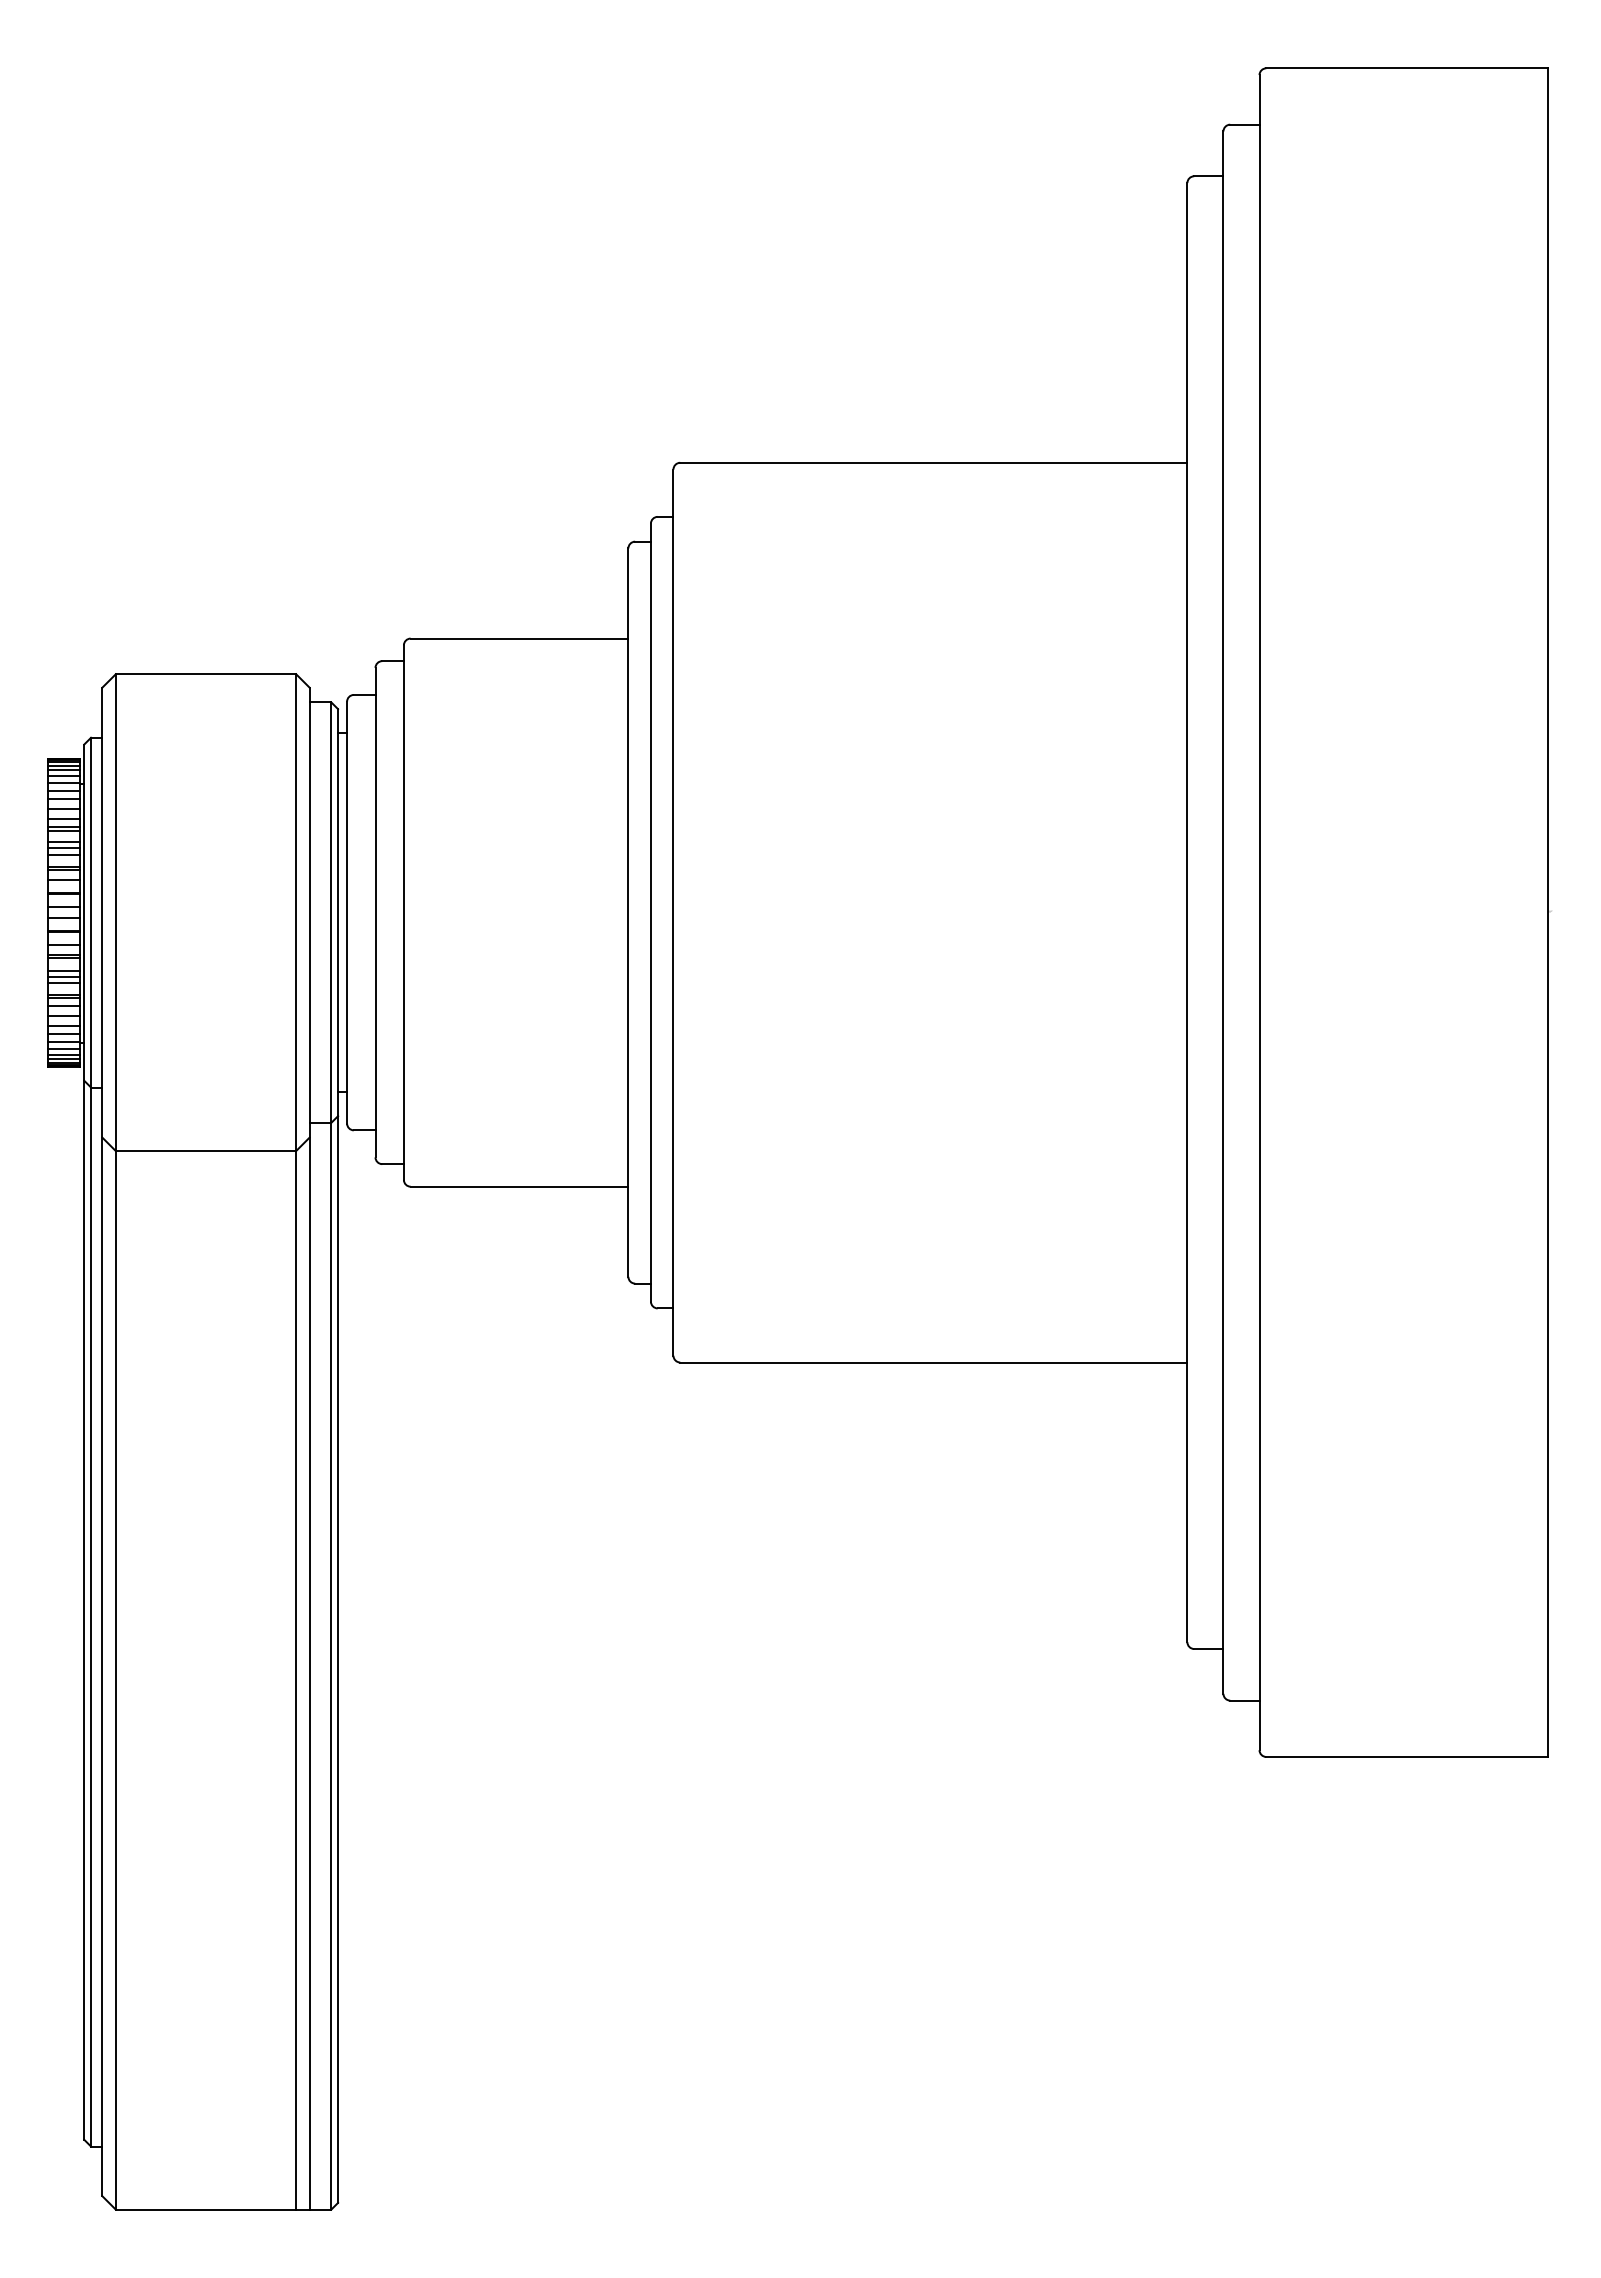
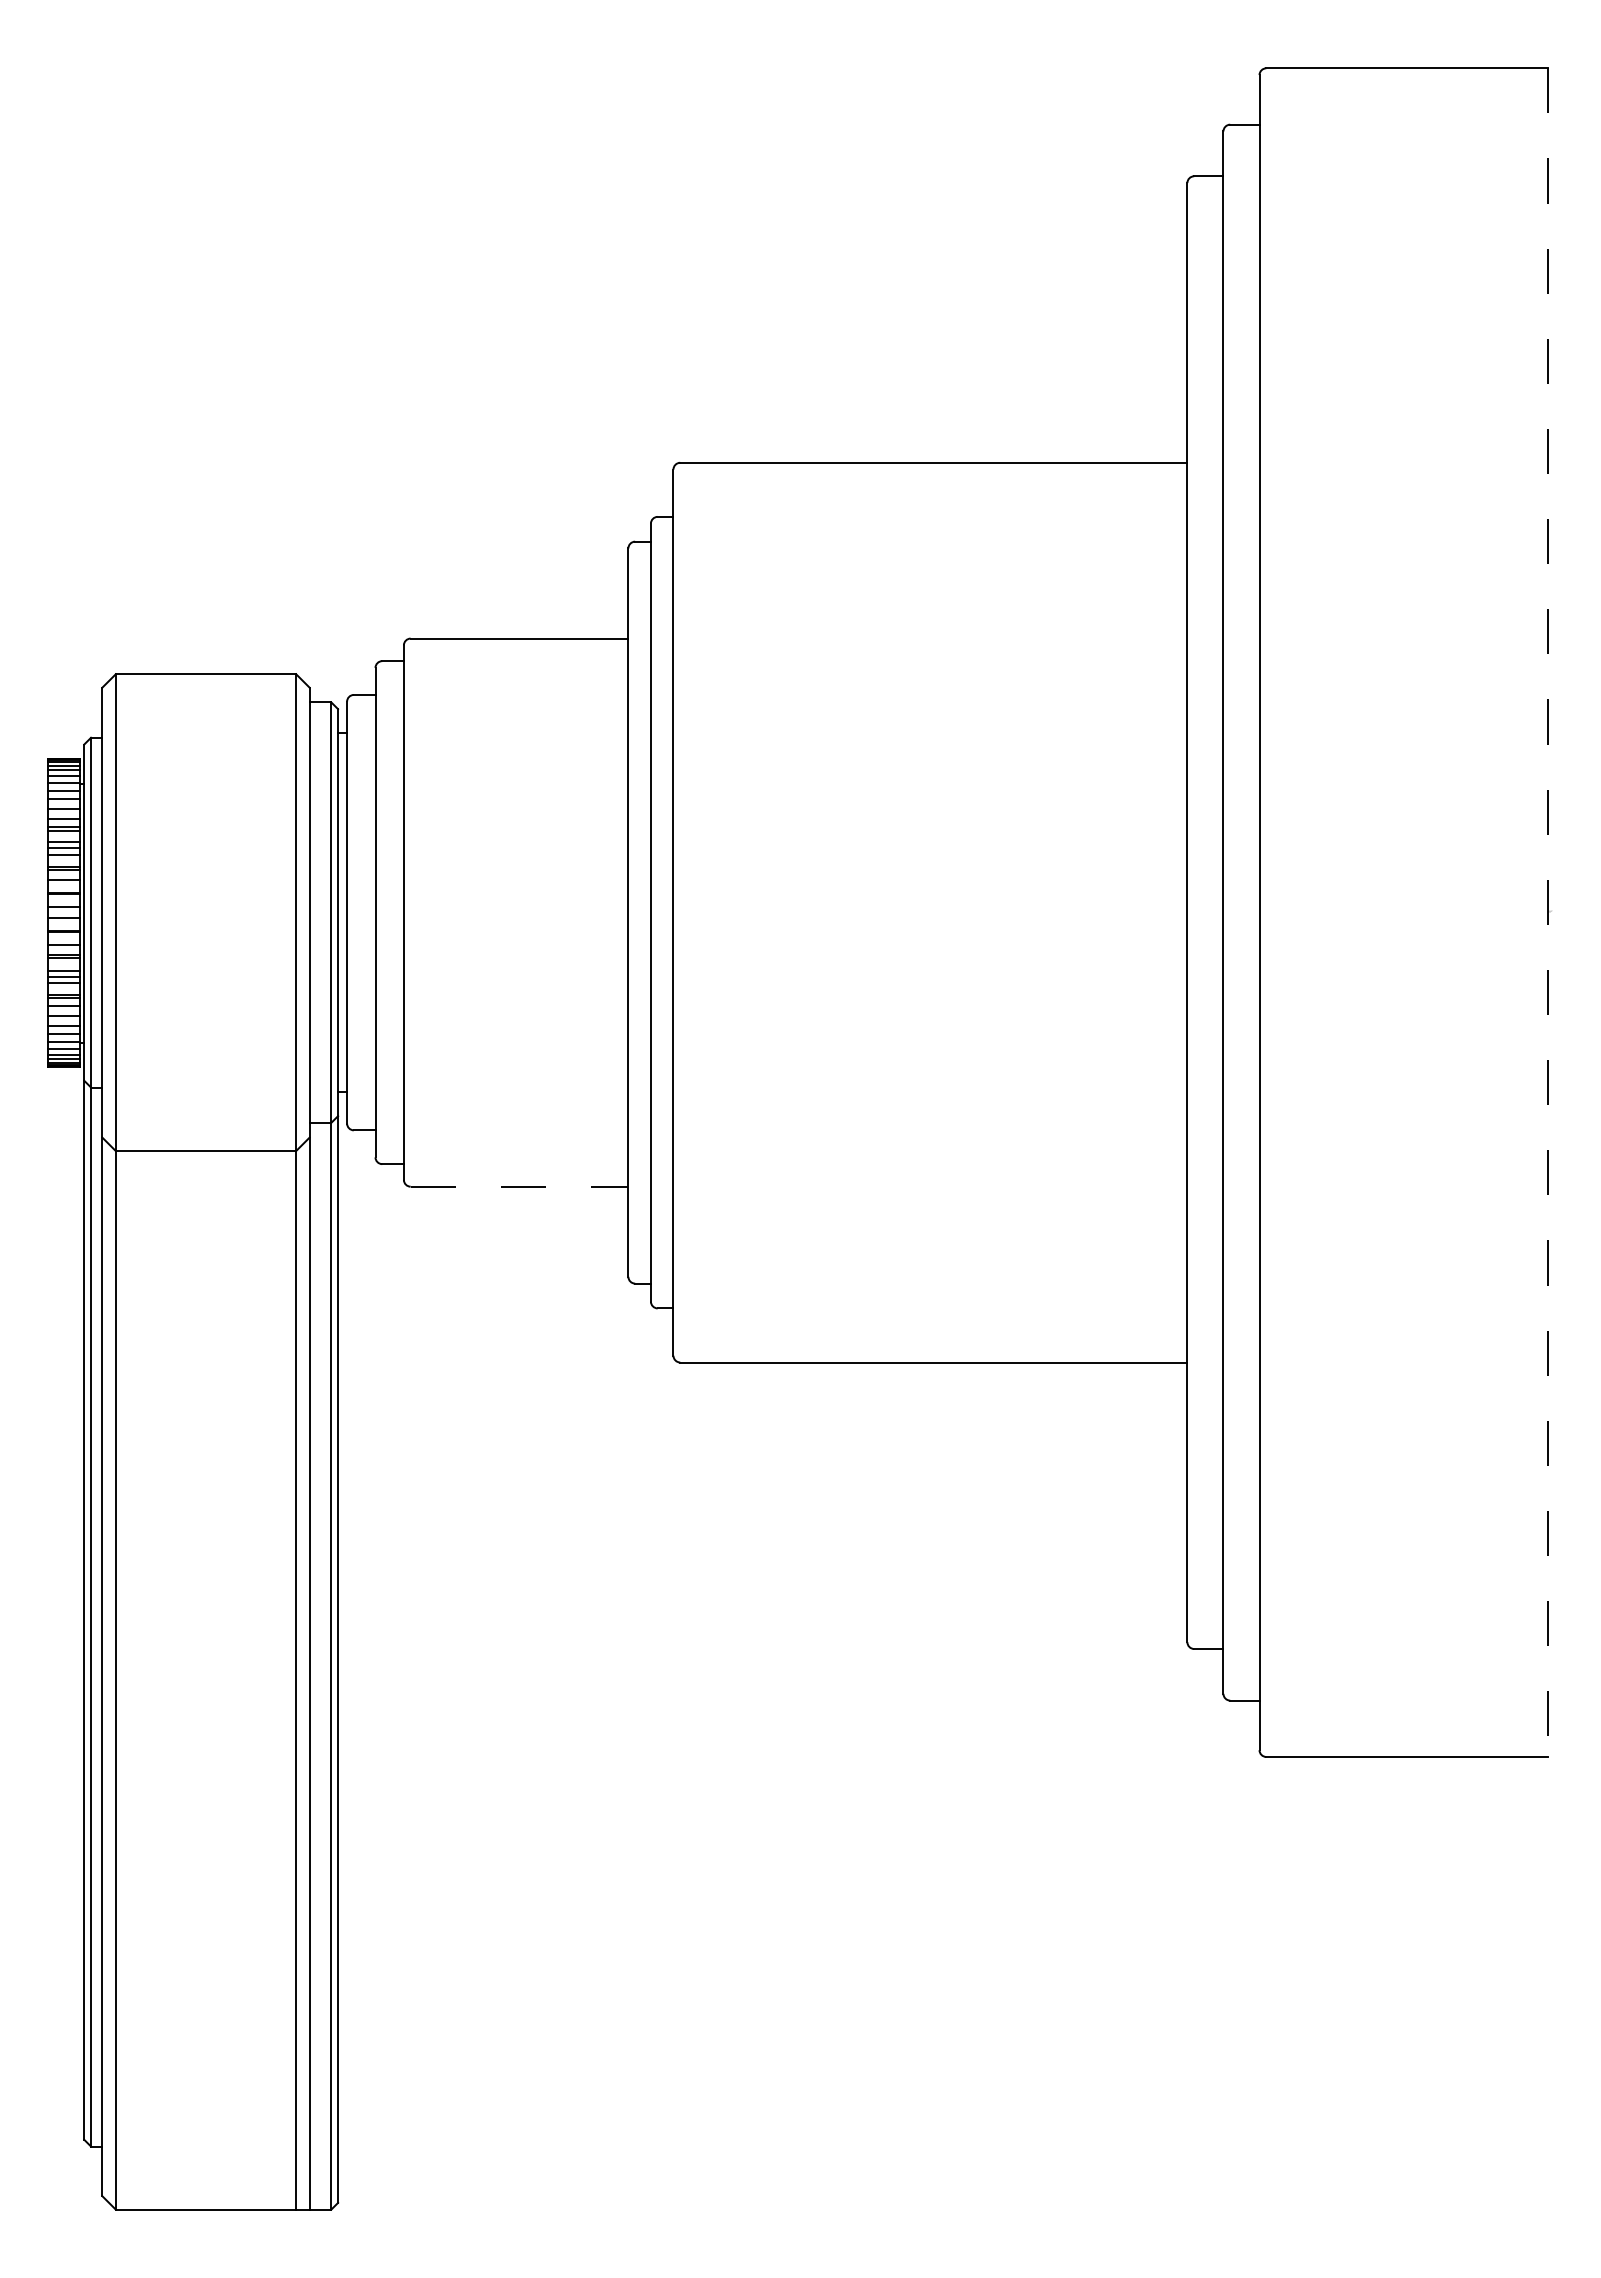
line at (1548, 913): solid -> dashed
line at (519, 1186): solid -> dashed
